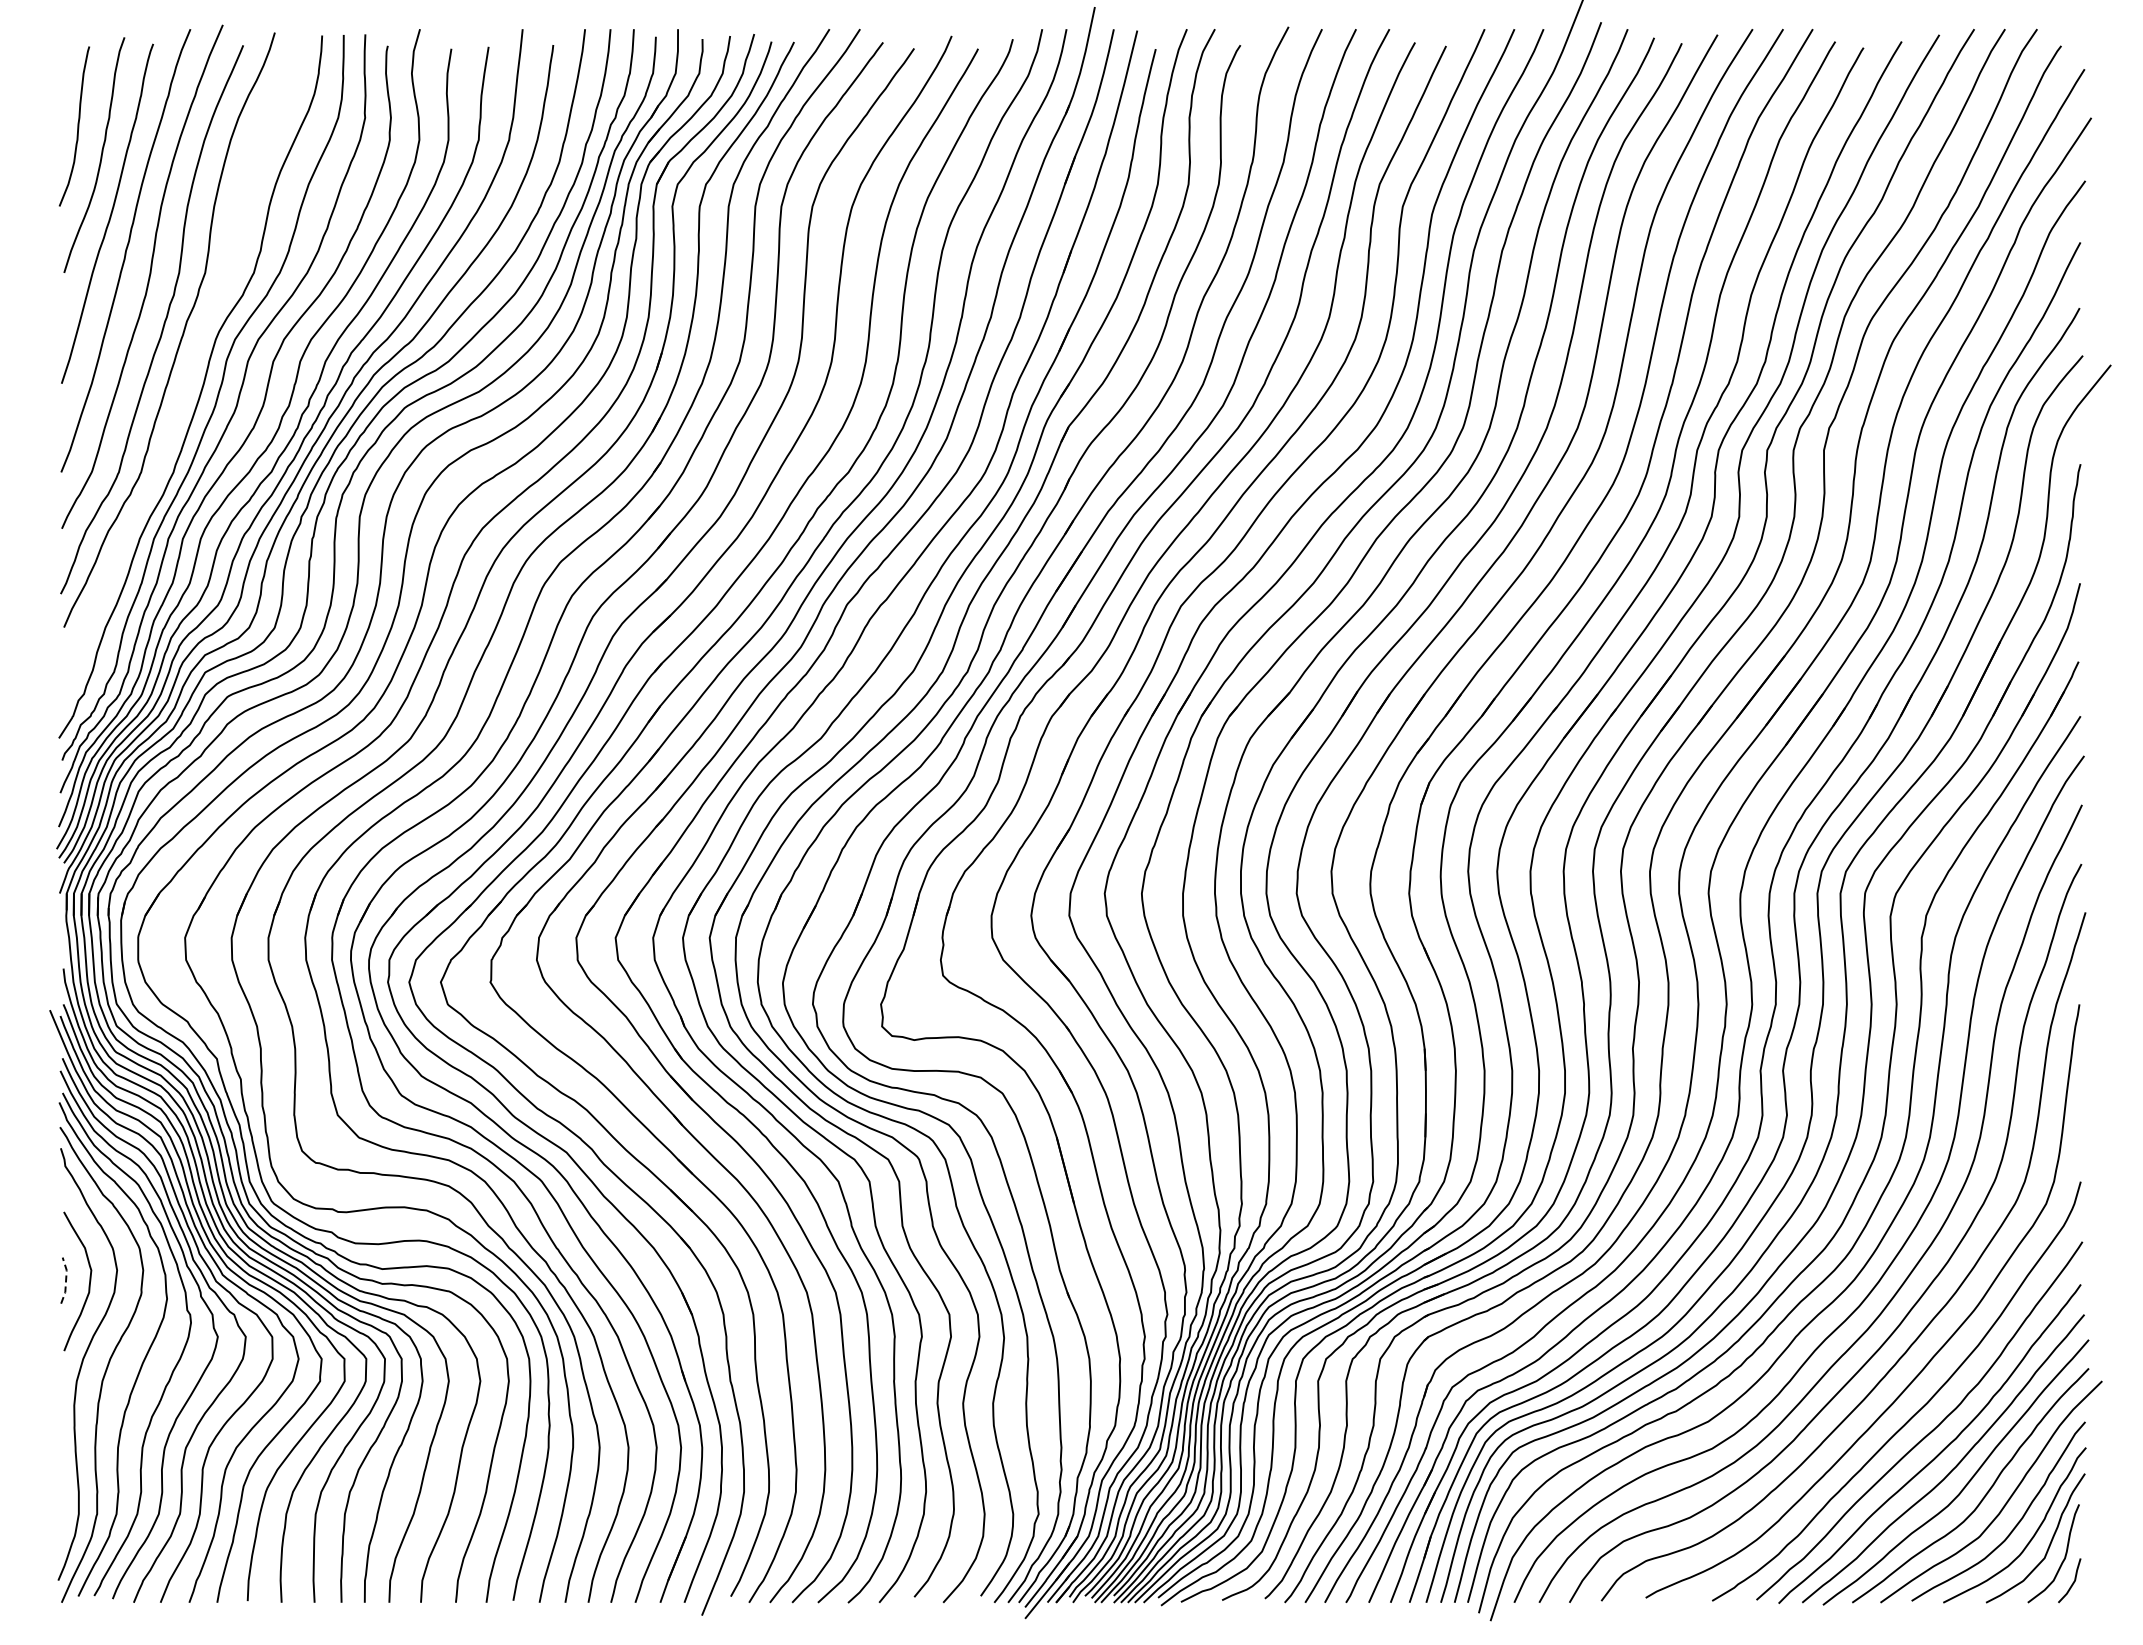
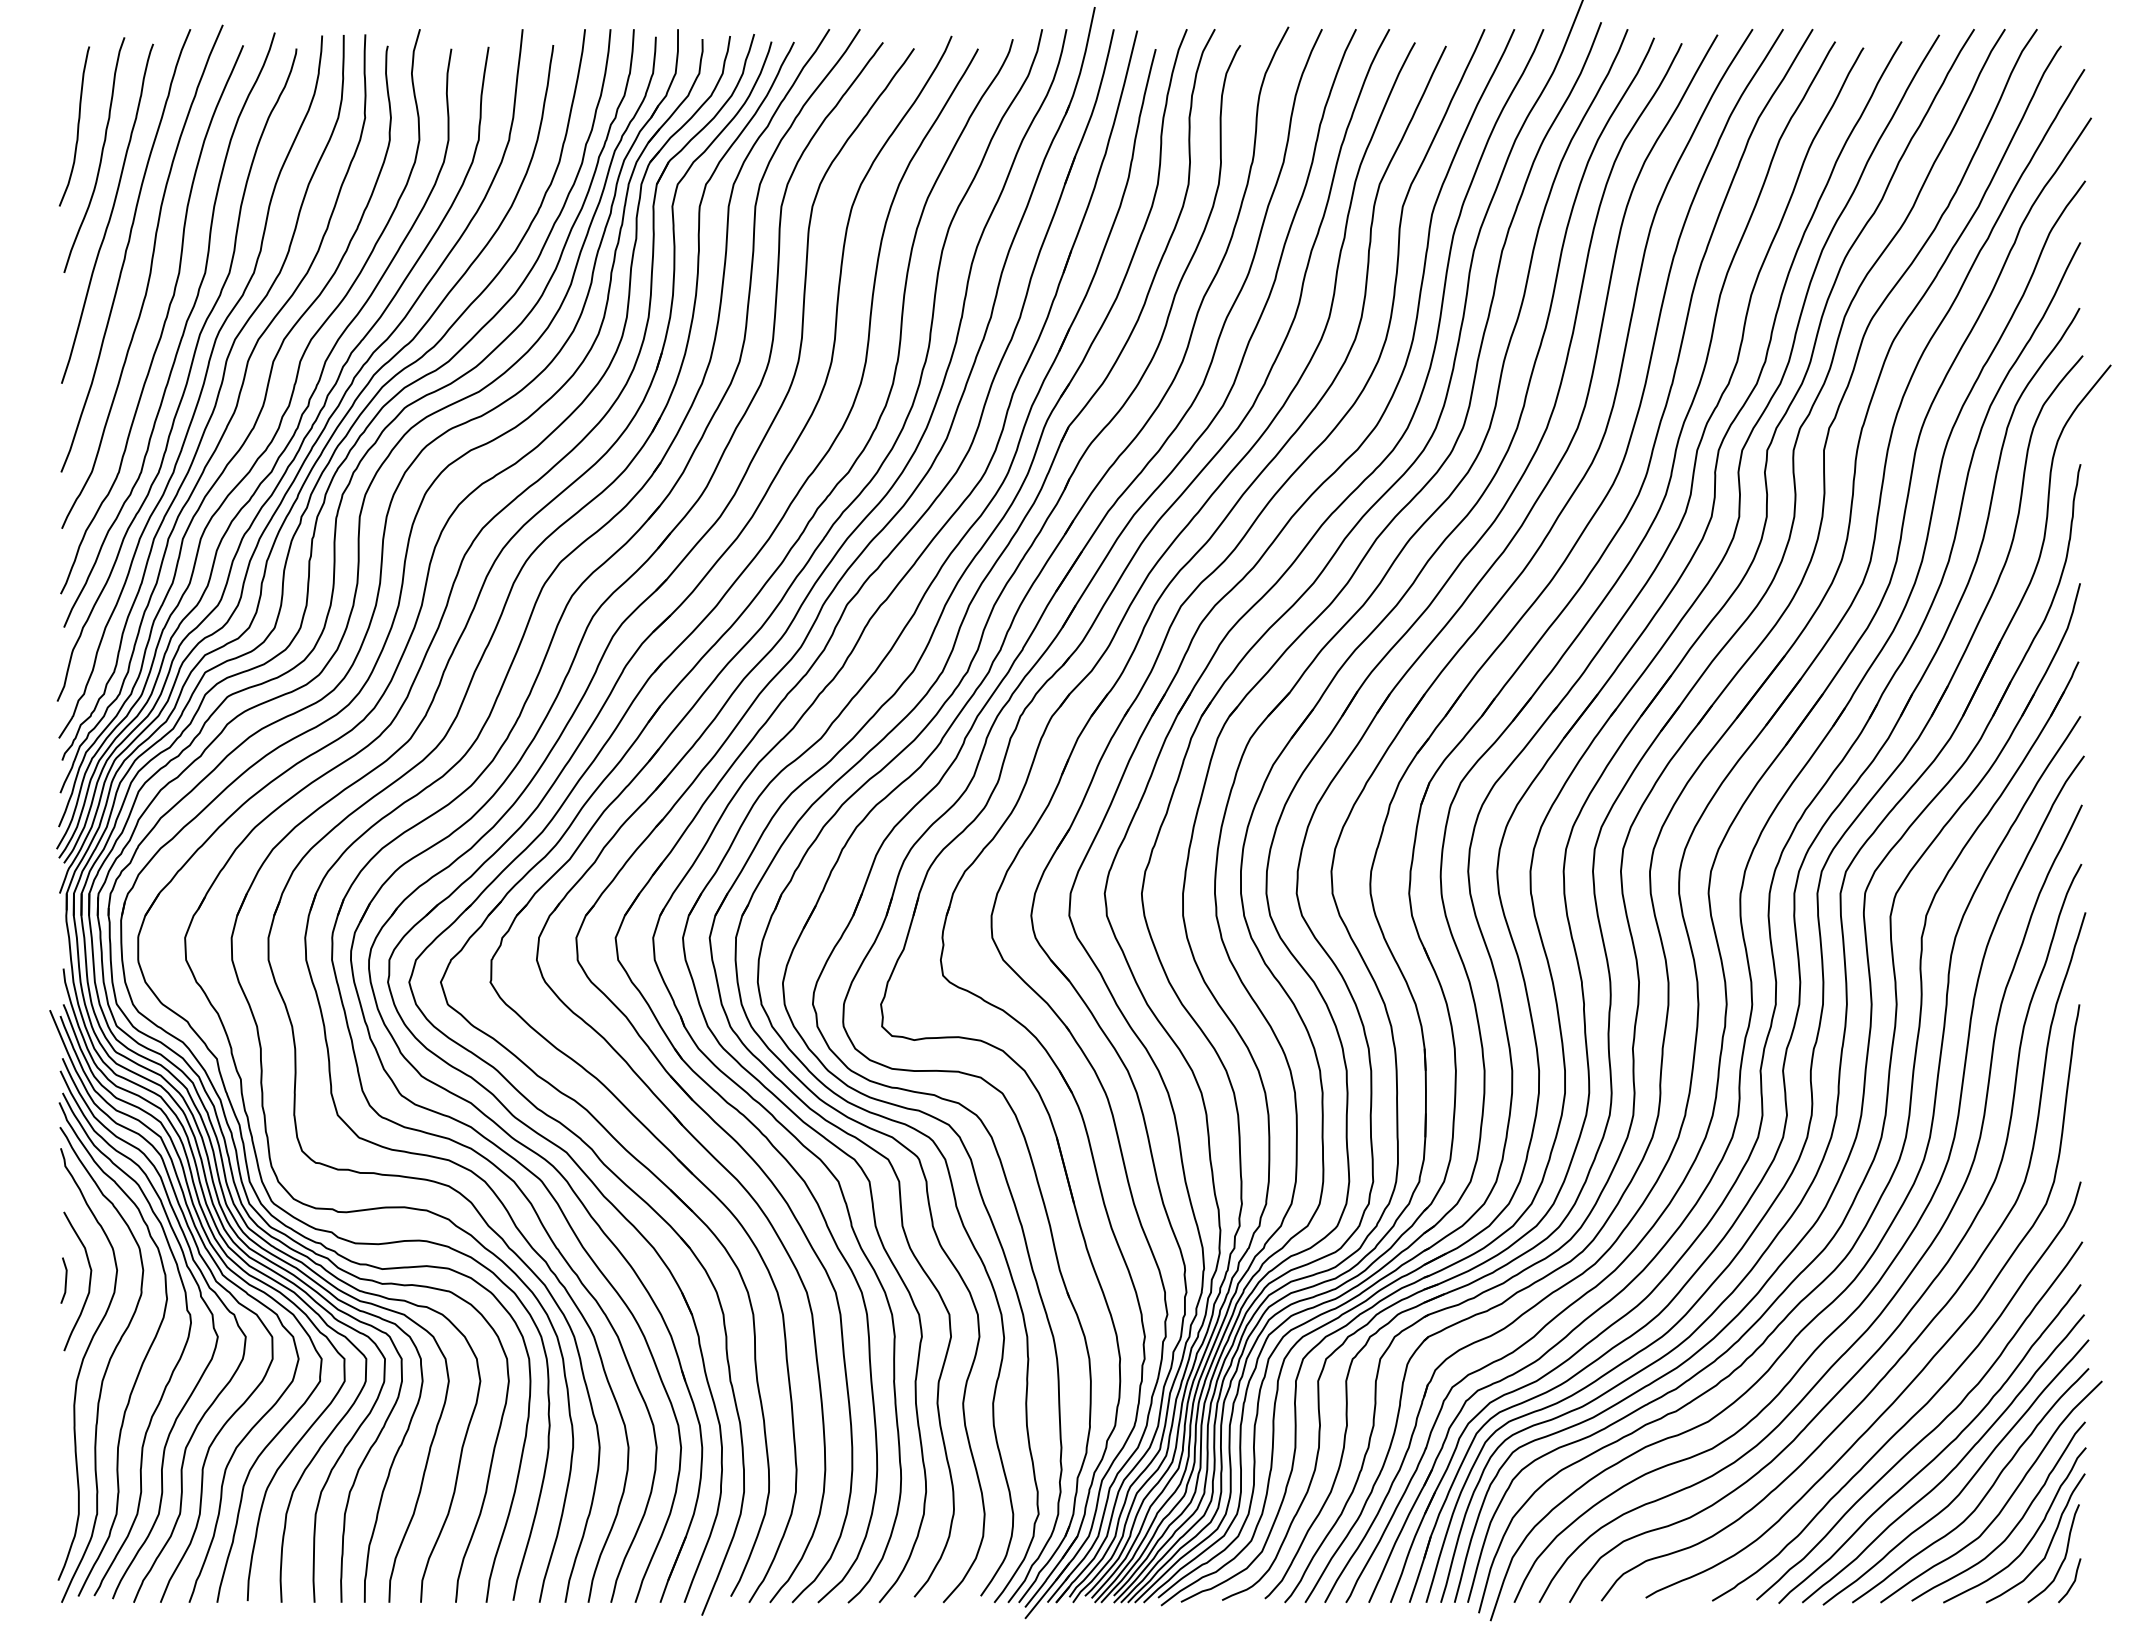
curve at (187, 376): none -> present
line at (66, 1279): dashed -> solid
